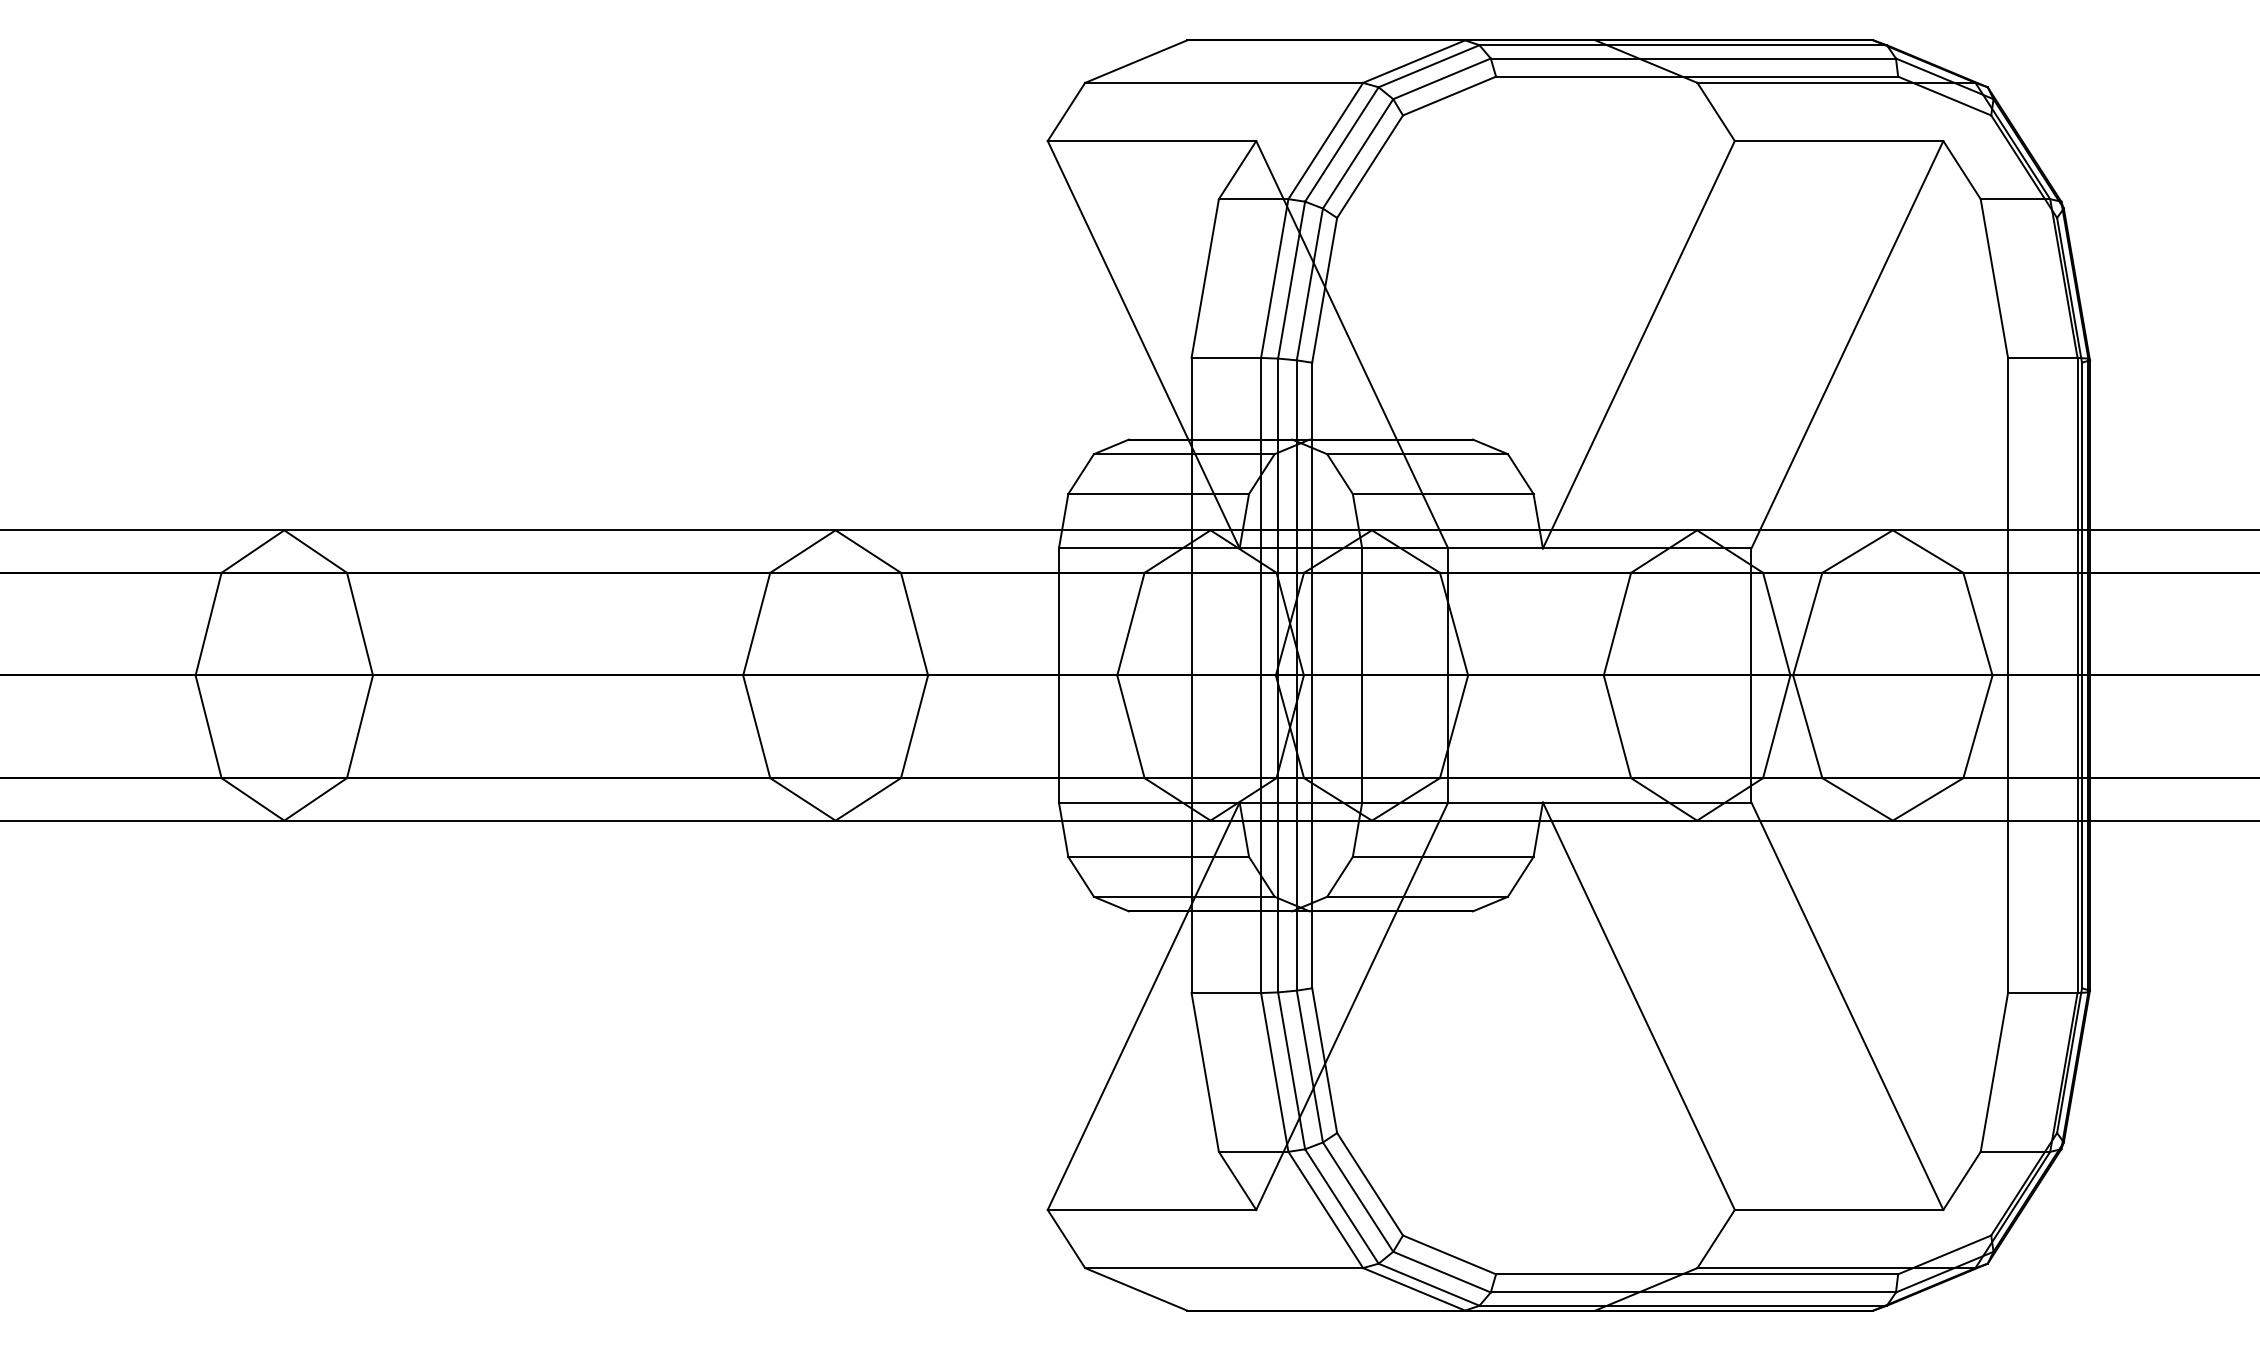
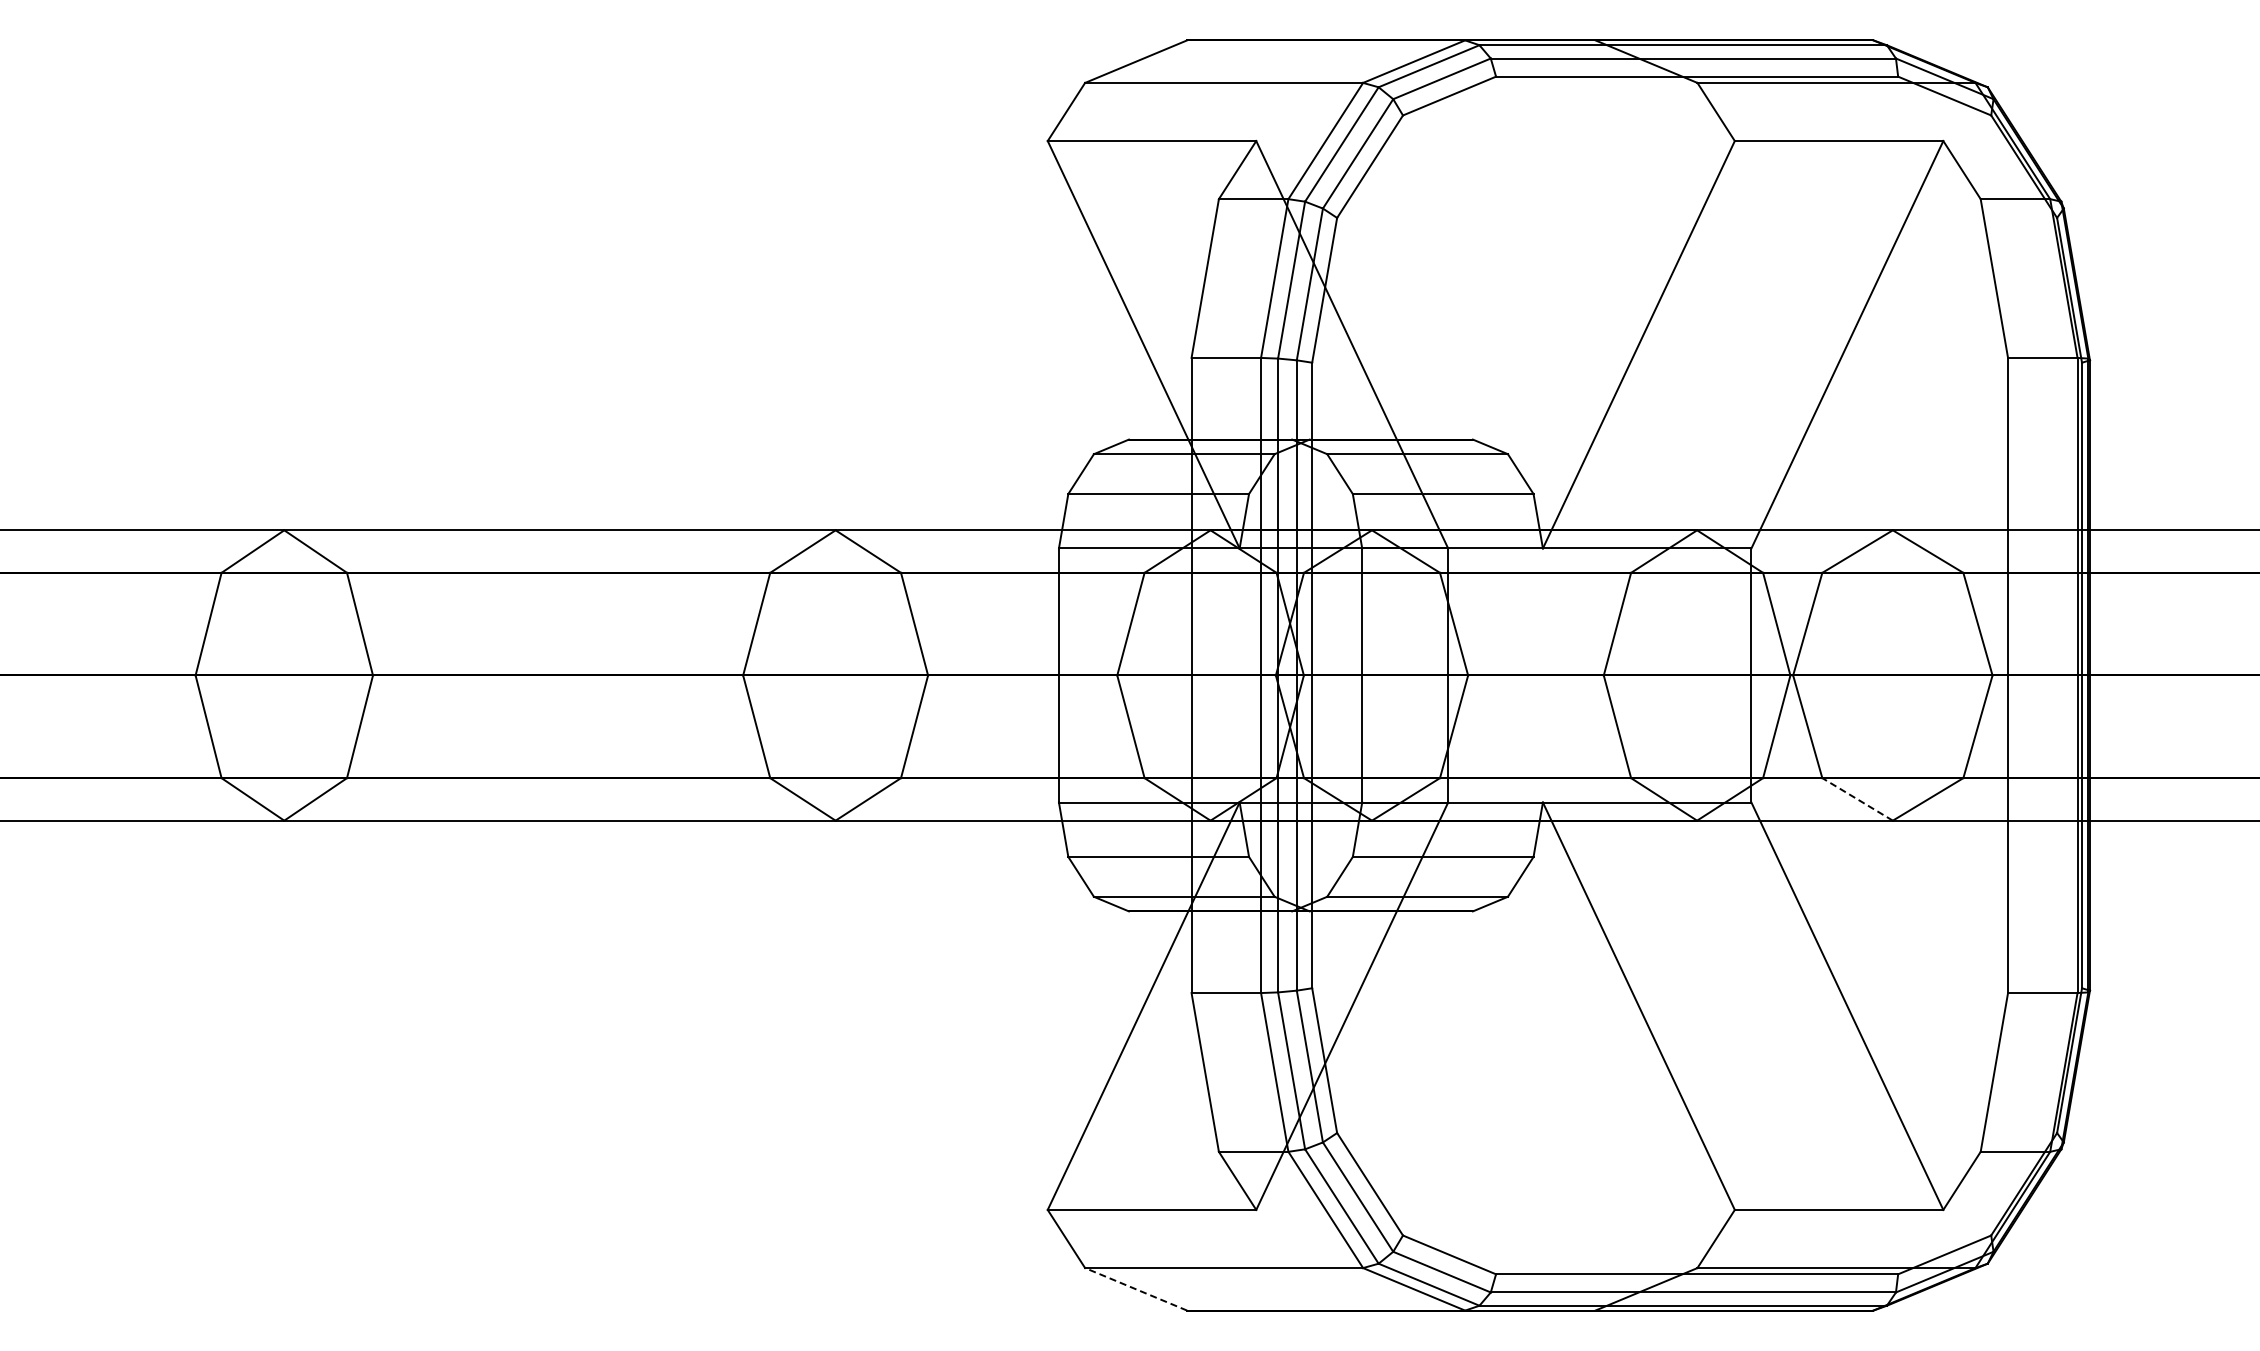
line at (1857, 799): solid -> dashed
line at (1135, 1289): solid -> dashed
